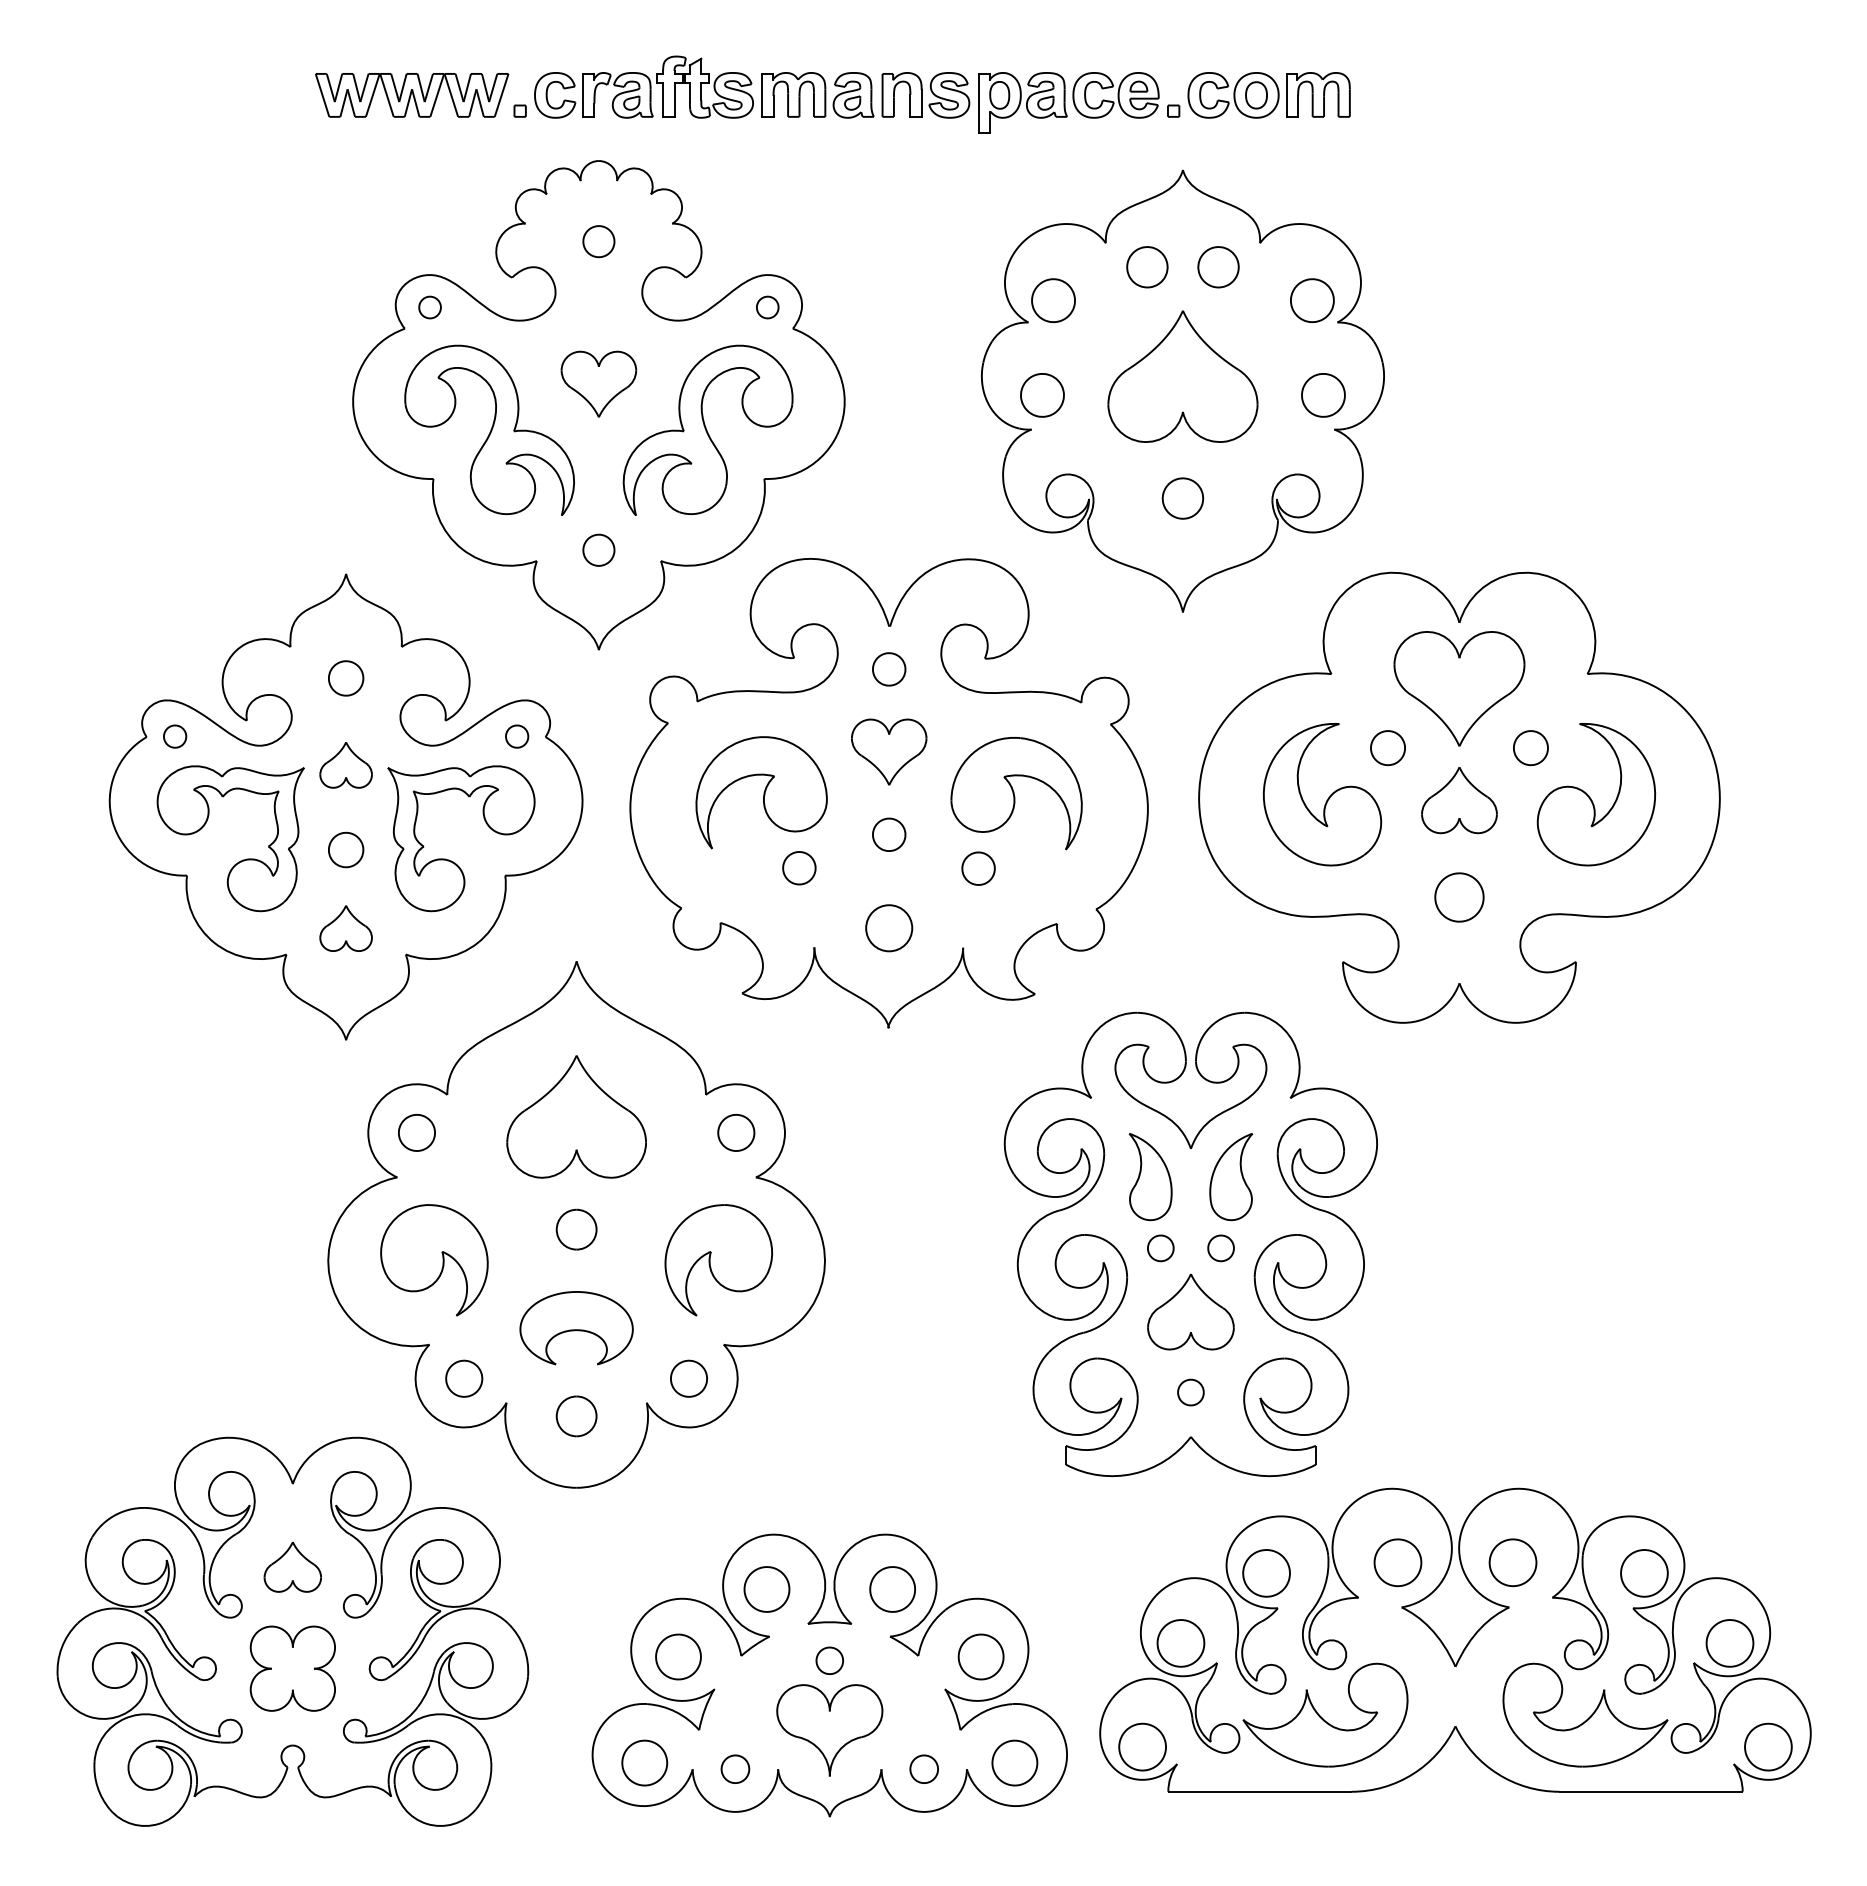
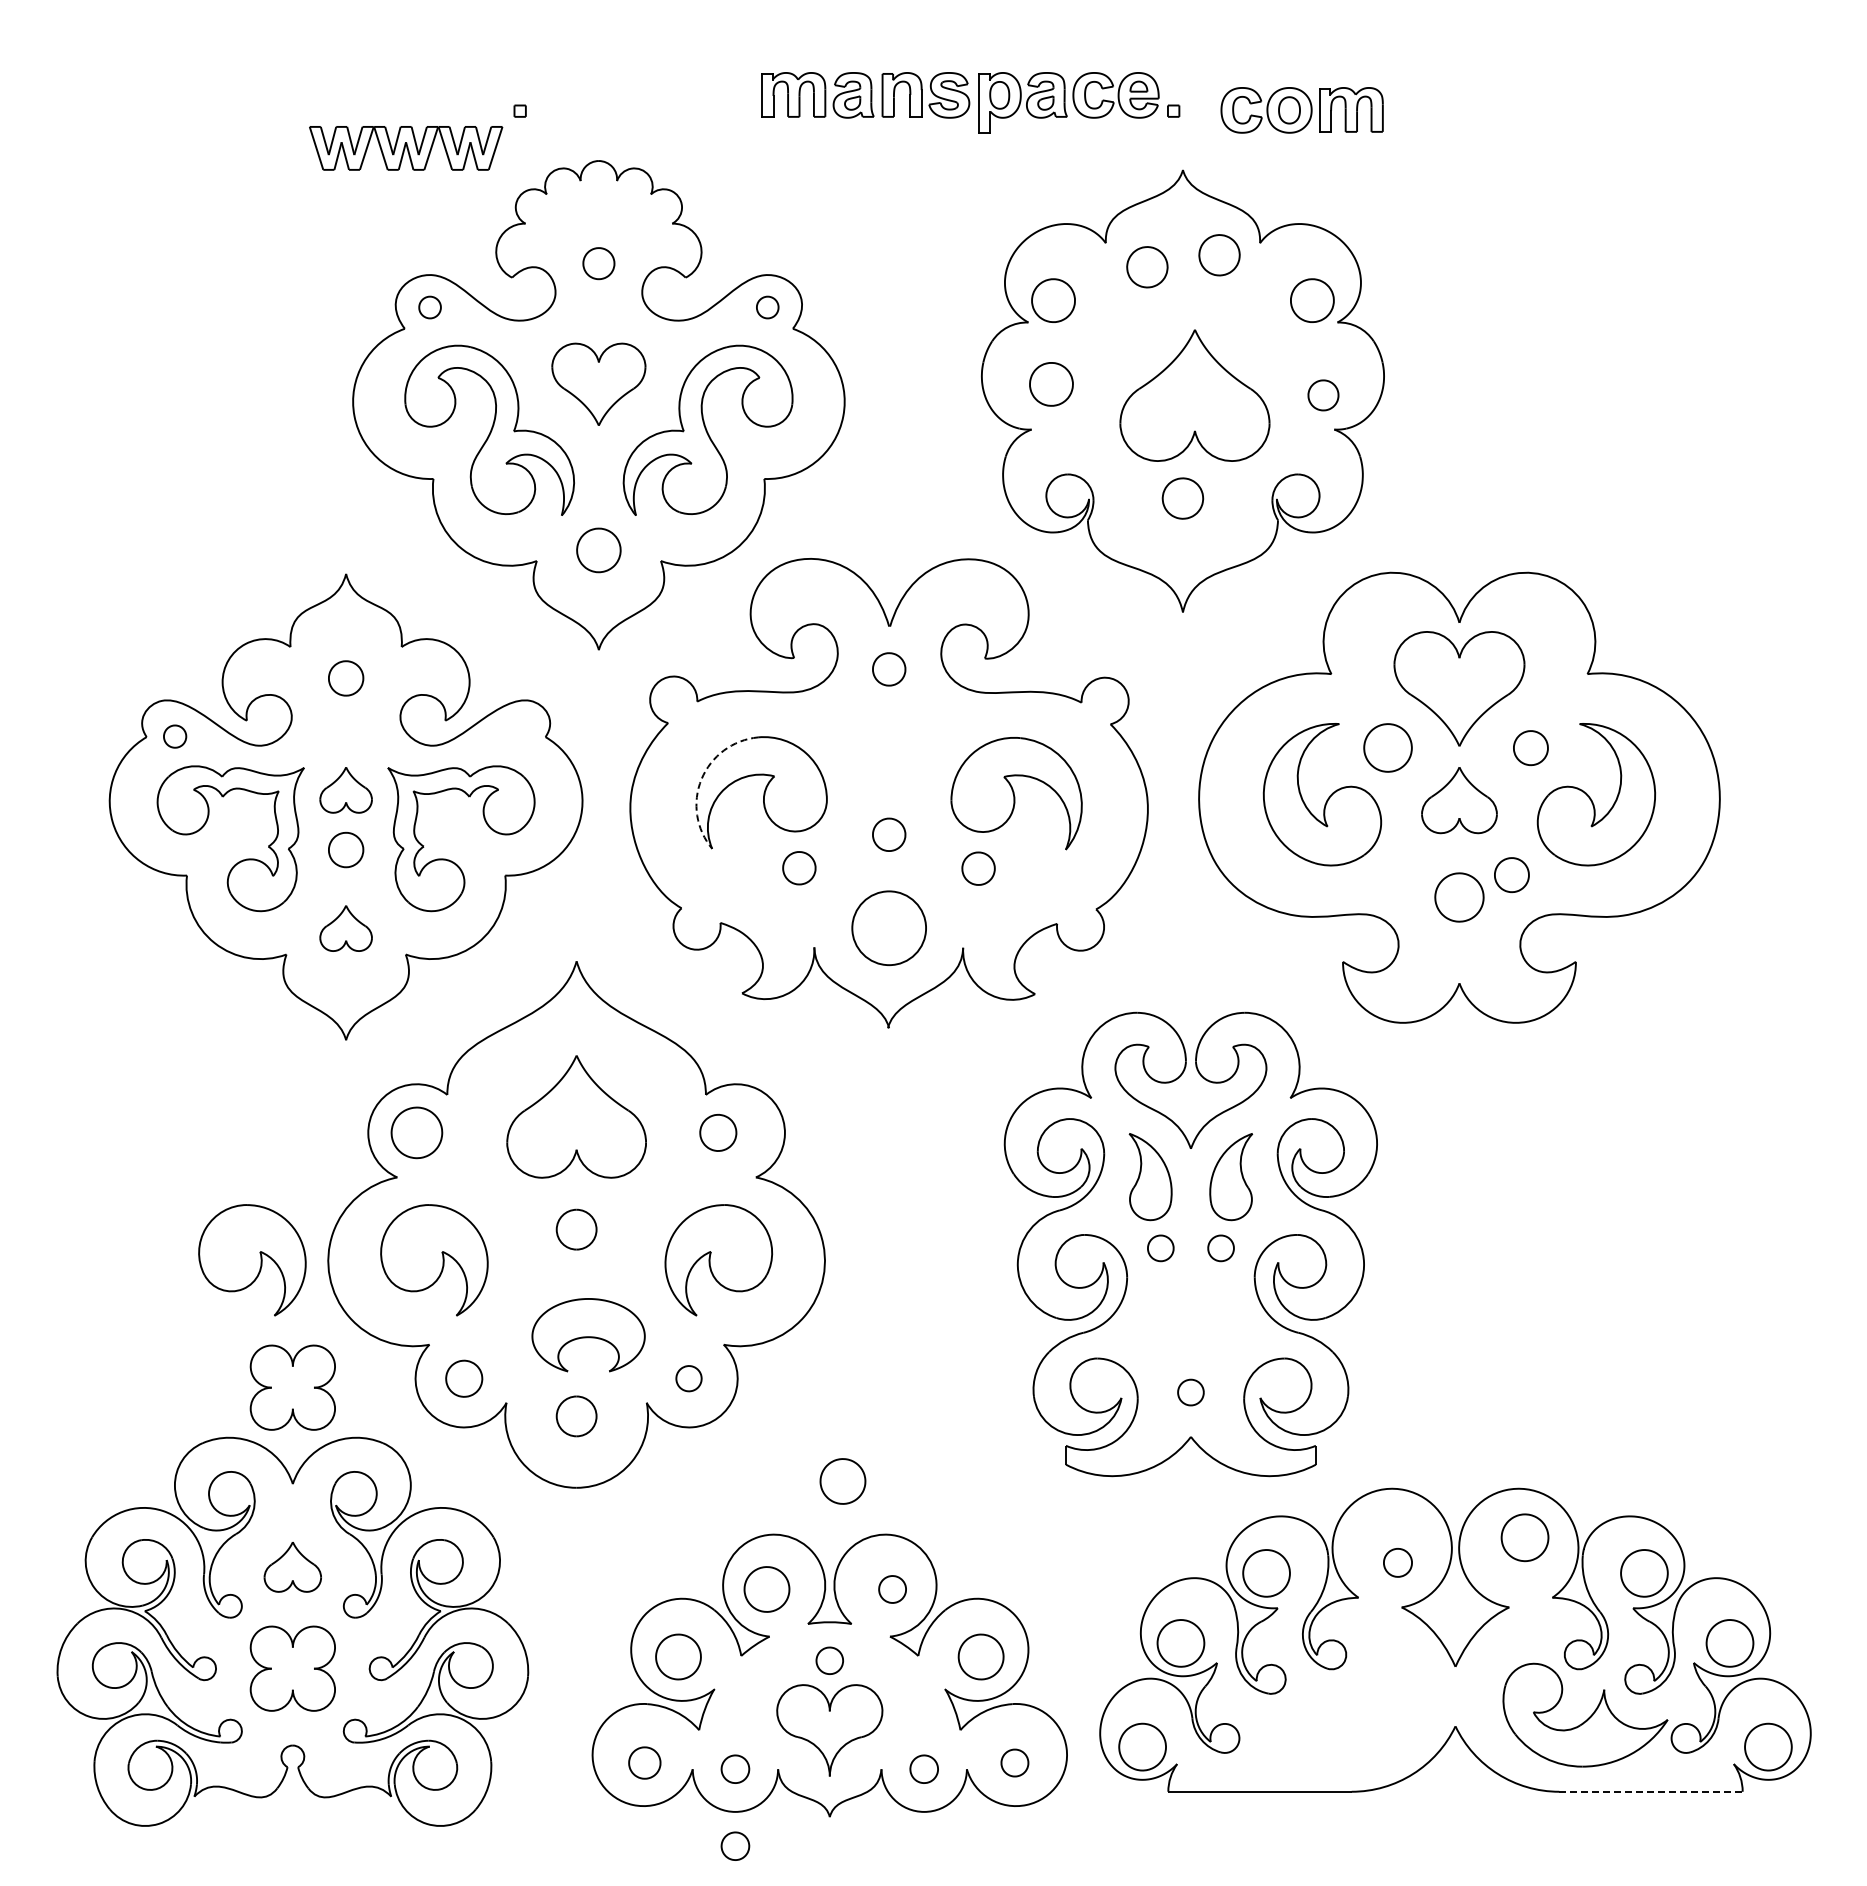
part at (643, 86): present -> none
part at (412, 95) position: (412, 95) -> (406, 148)
part at (1268, 95) position: (1268, 95) -> (1301, 110)
part at (598, 241) position: (598, 241) -> (598, 263)
part at (1218, 267) position: (1218, 267) -> (1219, 255)
part at (1182, 376) position: (1182, 376) -> (1194, 395)
part at (598, 383) size: 78x68 px -> 96x84 px
part at (1042, 395) position: (1042, 395) -> (1051, 384)
part at (1323, 395) size: 45x45 px -> 33x33 px
part at (598, 549) size: 34x34 px -> 46x47 px
part at (517, 736): present -> none
part at (1387, 748) size: 36x37 px -> 50x50 px
part at (889, 751): present -> none
part at (345, 765) position: (345, 765) -> (345, 790)
arc at (701, 779): solid -> dashed
part at (1511, 875): none -> present
circle at (889, 928) diameter: 46 px -> 74 px
part at (416, 1132) size: 38x38 px -> 54x54 px
part at (736, 1132) position: (736, 1132) -> (718, 1132)
part at (252, 1260): none -> present
part at (1190, 1311): present -> none
part at (576, 1328) position: (576, 1328) -> (588, 1335)
part at (688, 1378) size: 38x39 px -> 28x28 px
part at (292, 1387): none -> present
part at (842, 1481): none -> present
part at (1397, 1562) size: 50x50 px -> 30x30 px
part at (1512, 1562) position: (1512, 1562) -> (1524, 1537)
part at (892, 1589) size: 47x47 px -> 29x29 px
part at (1325, 1714): present -> none
part at (644, 1762) size: 48x48 px -> 34x34 px
part at (1014, 1762) size: 48x48 px -> 30x30 px
line at (1651, 1791): solid -> dashed
part at (735, 1845): none -> present
